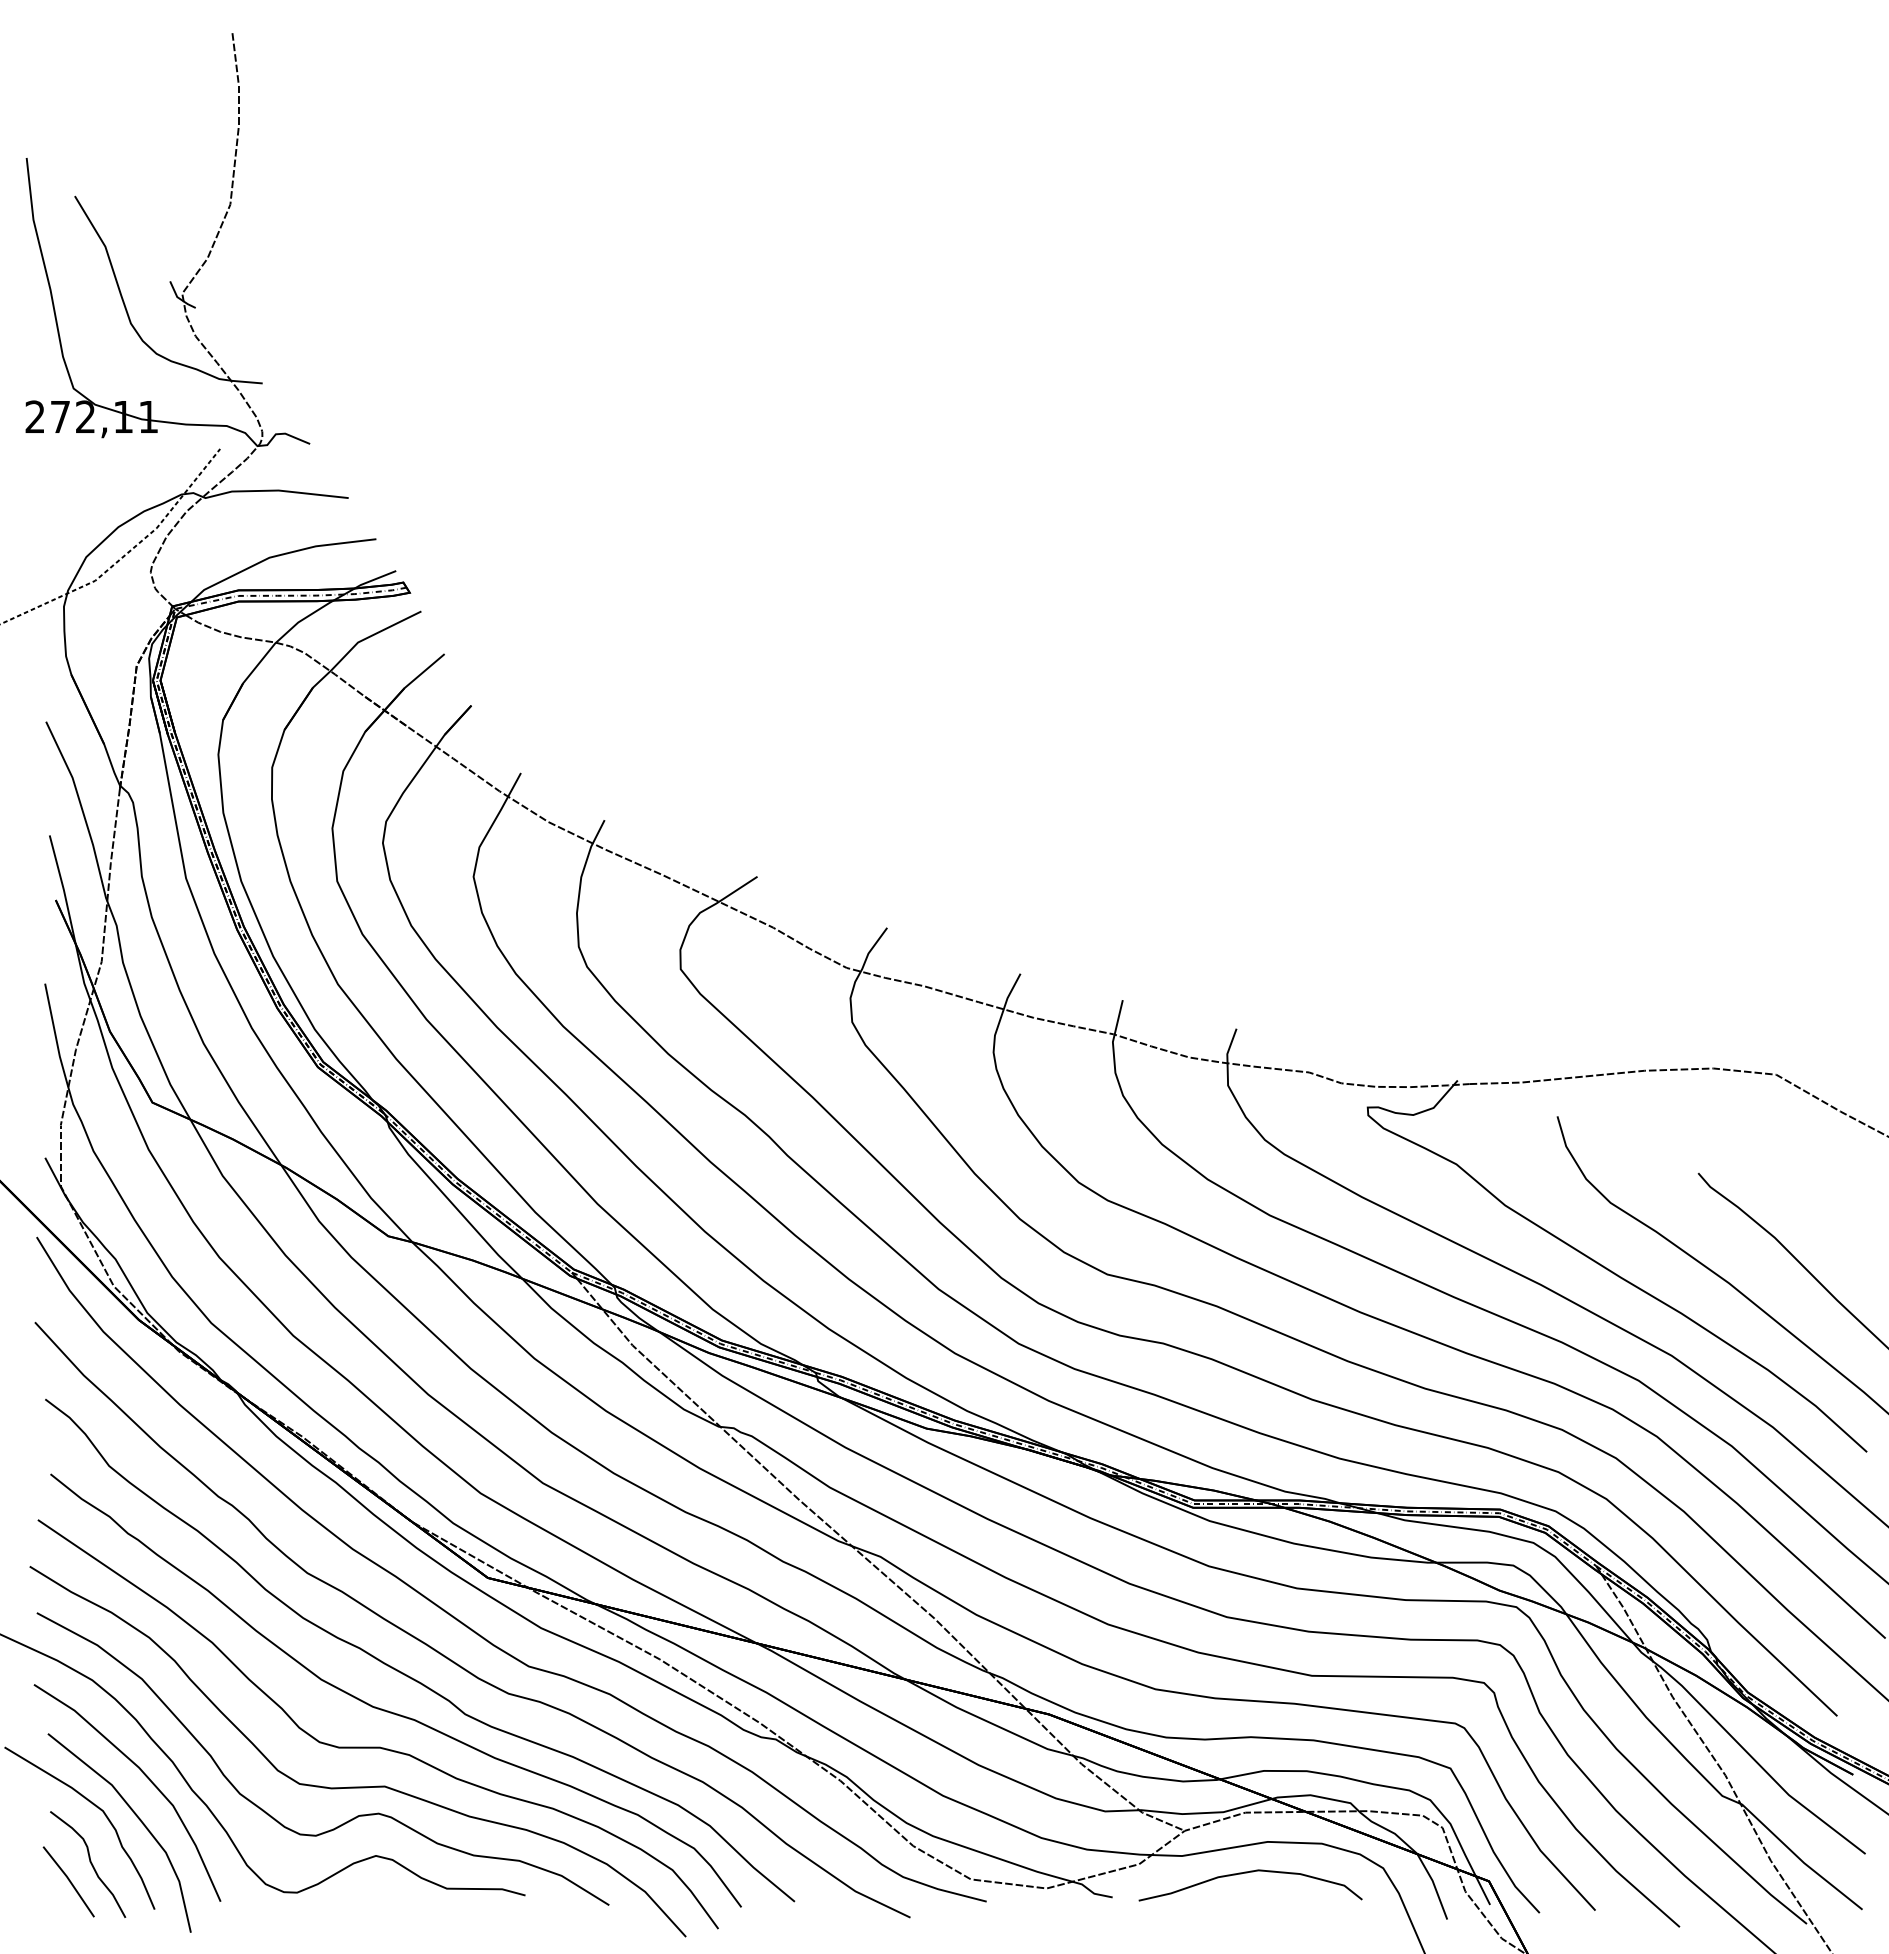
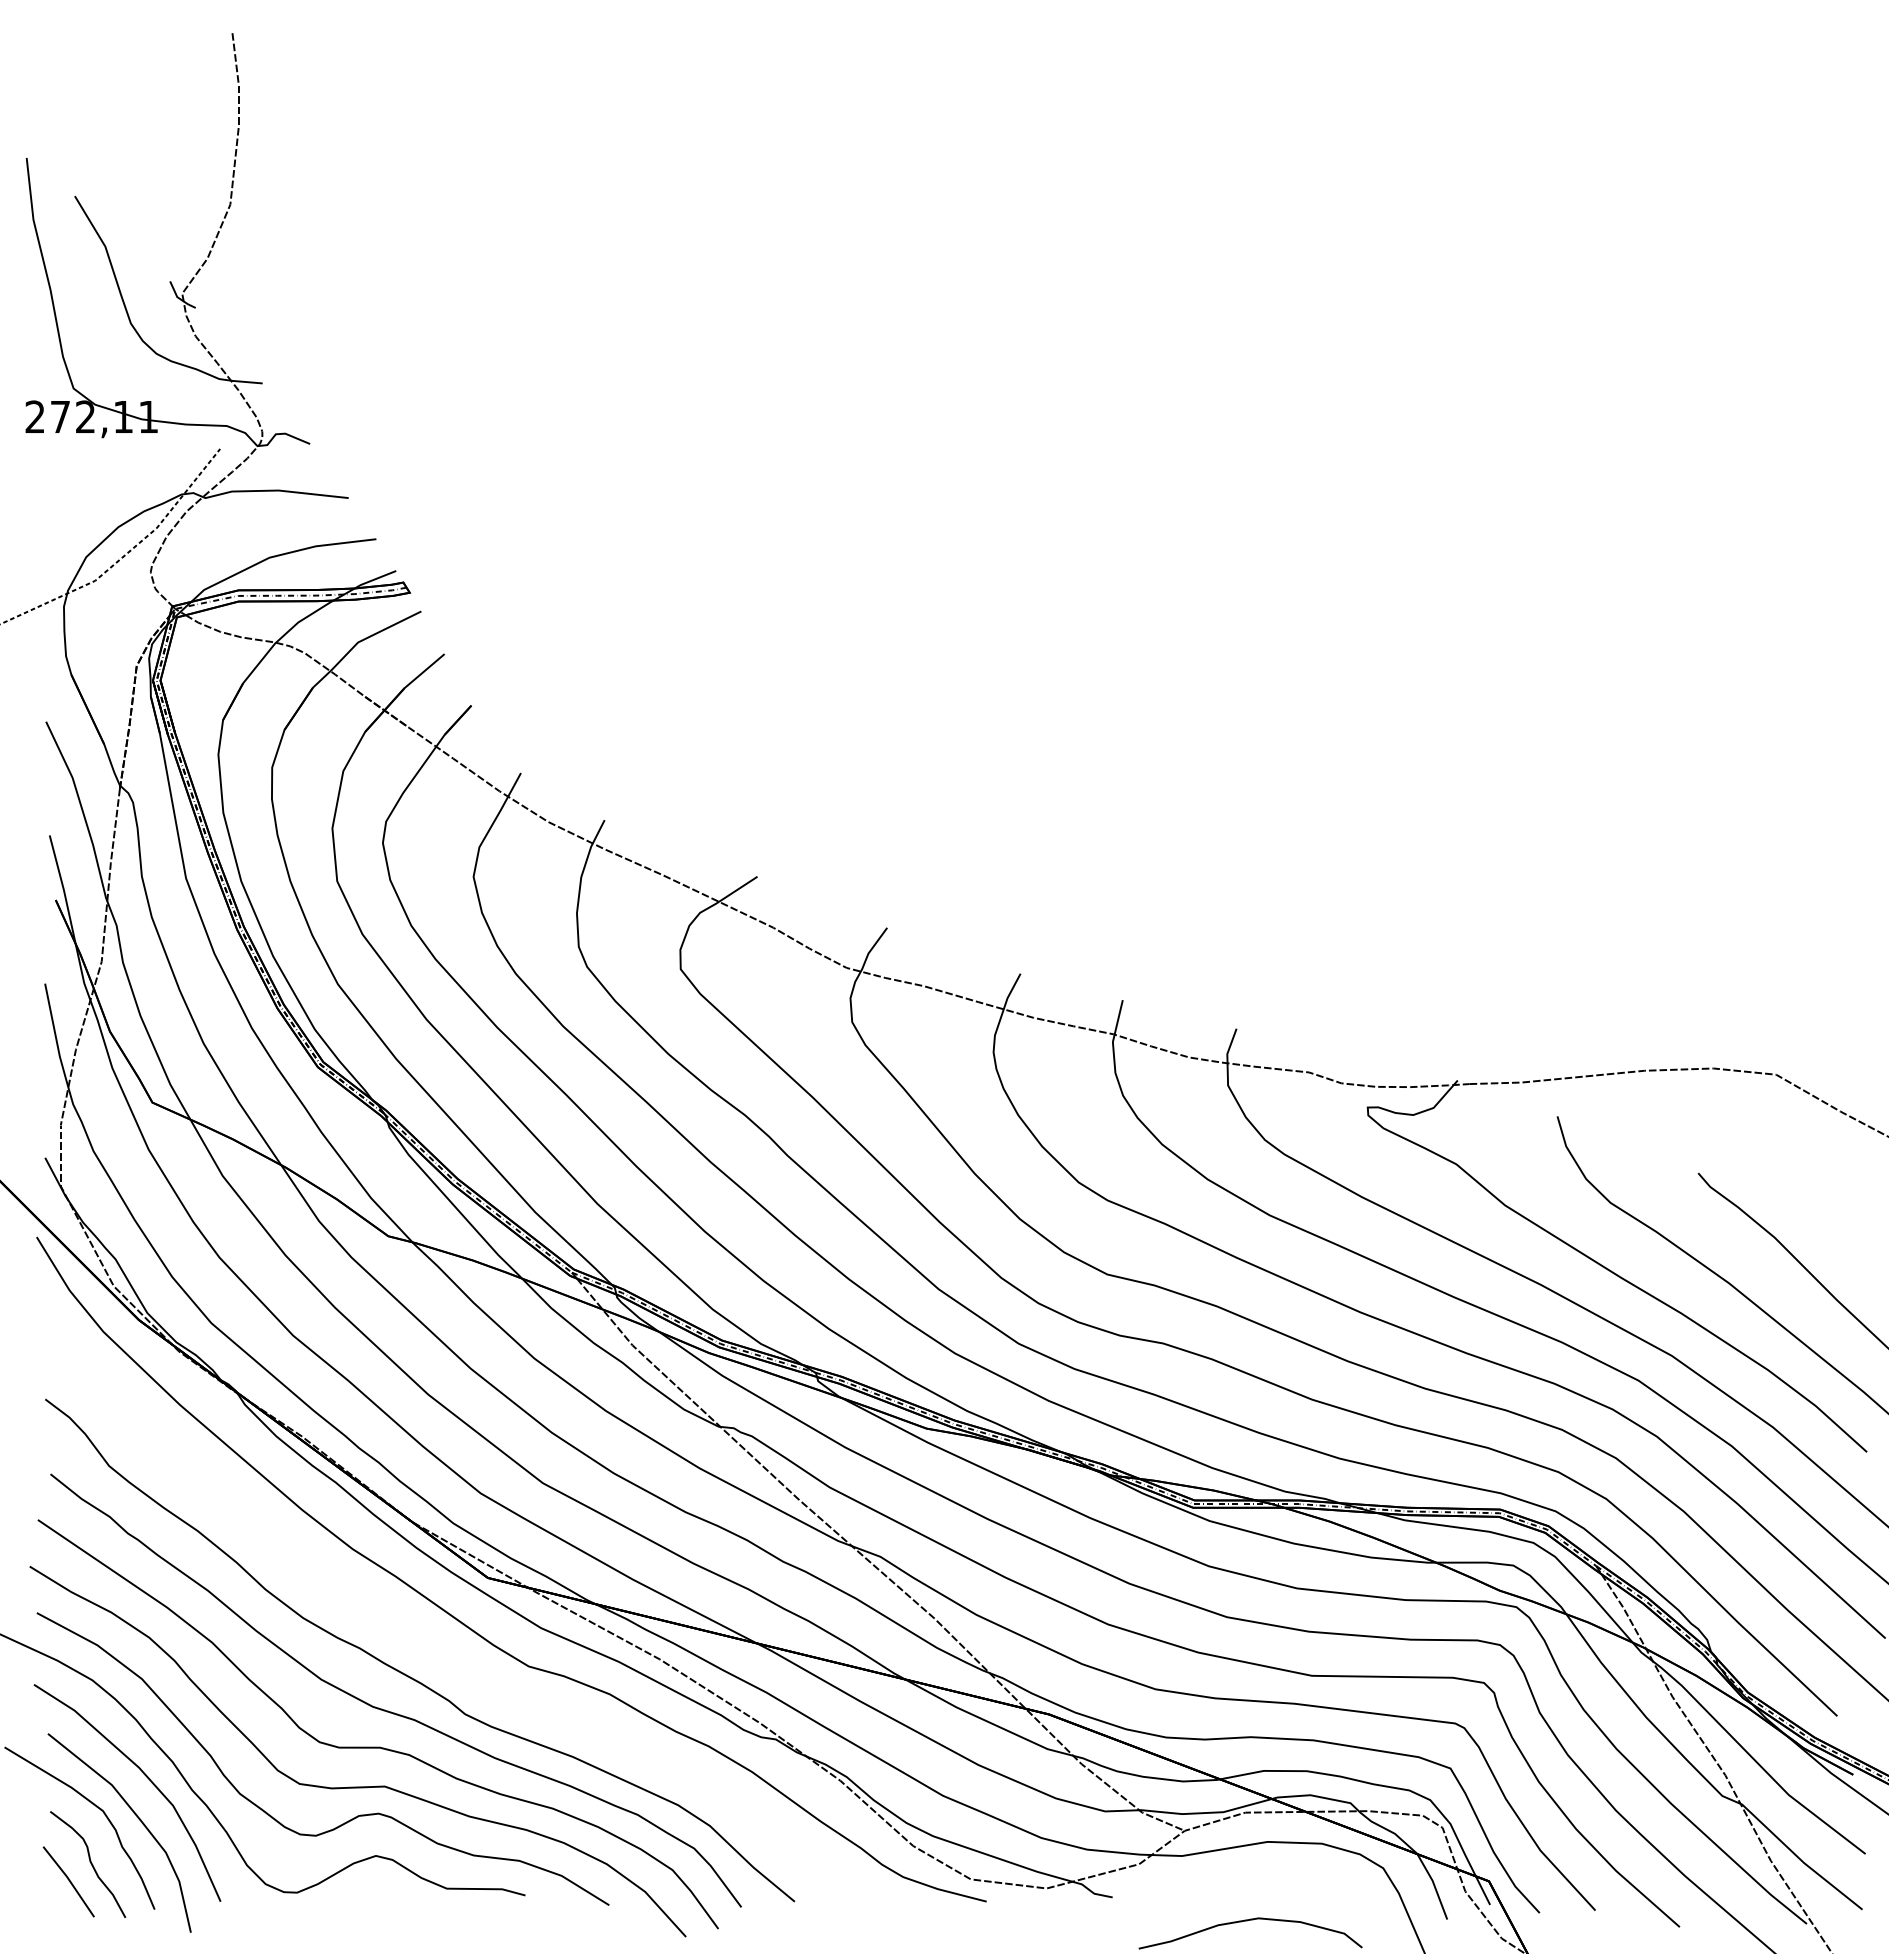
curve at (448, 1657): present -> none
curve at (1247, 1873) position: (1247, 1873) -> (1247, 1921)
